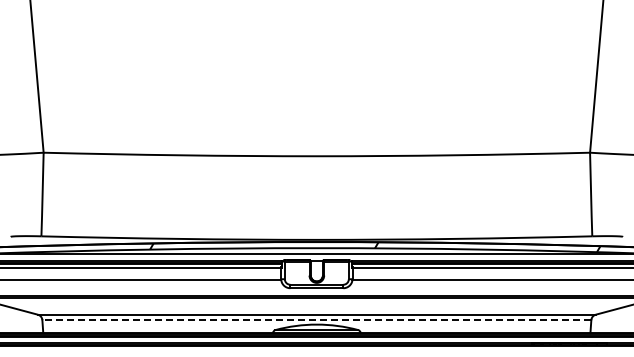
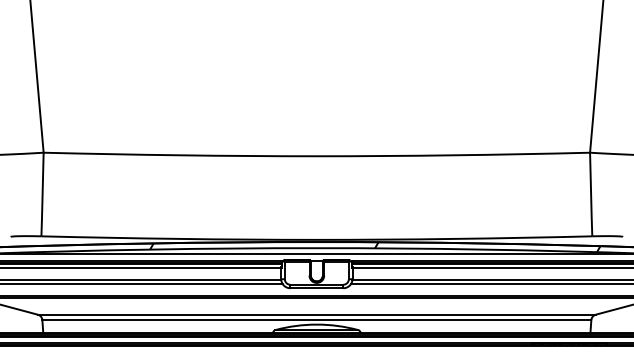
line at (142, 283): none -> present
line at (490, 283): none -> present
line at (316, 320): dashed -> solid
